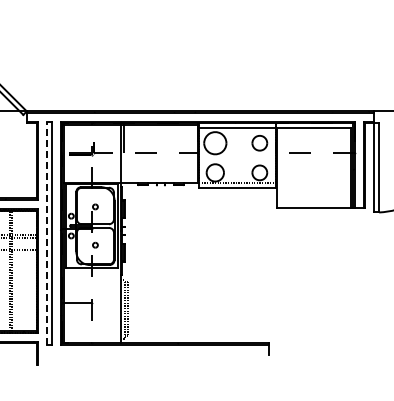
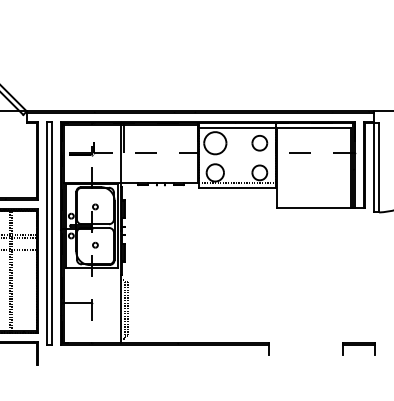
line at (47, 232): dashed -> solid
part at (358, 348): none -> present
